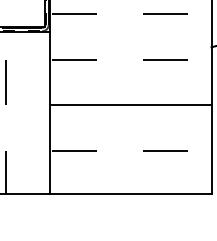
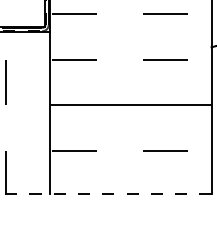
line at (105, 194): solid -> dashed
